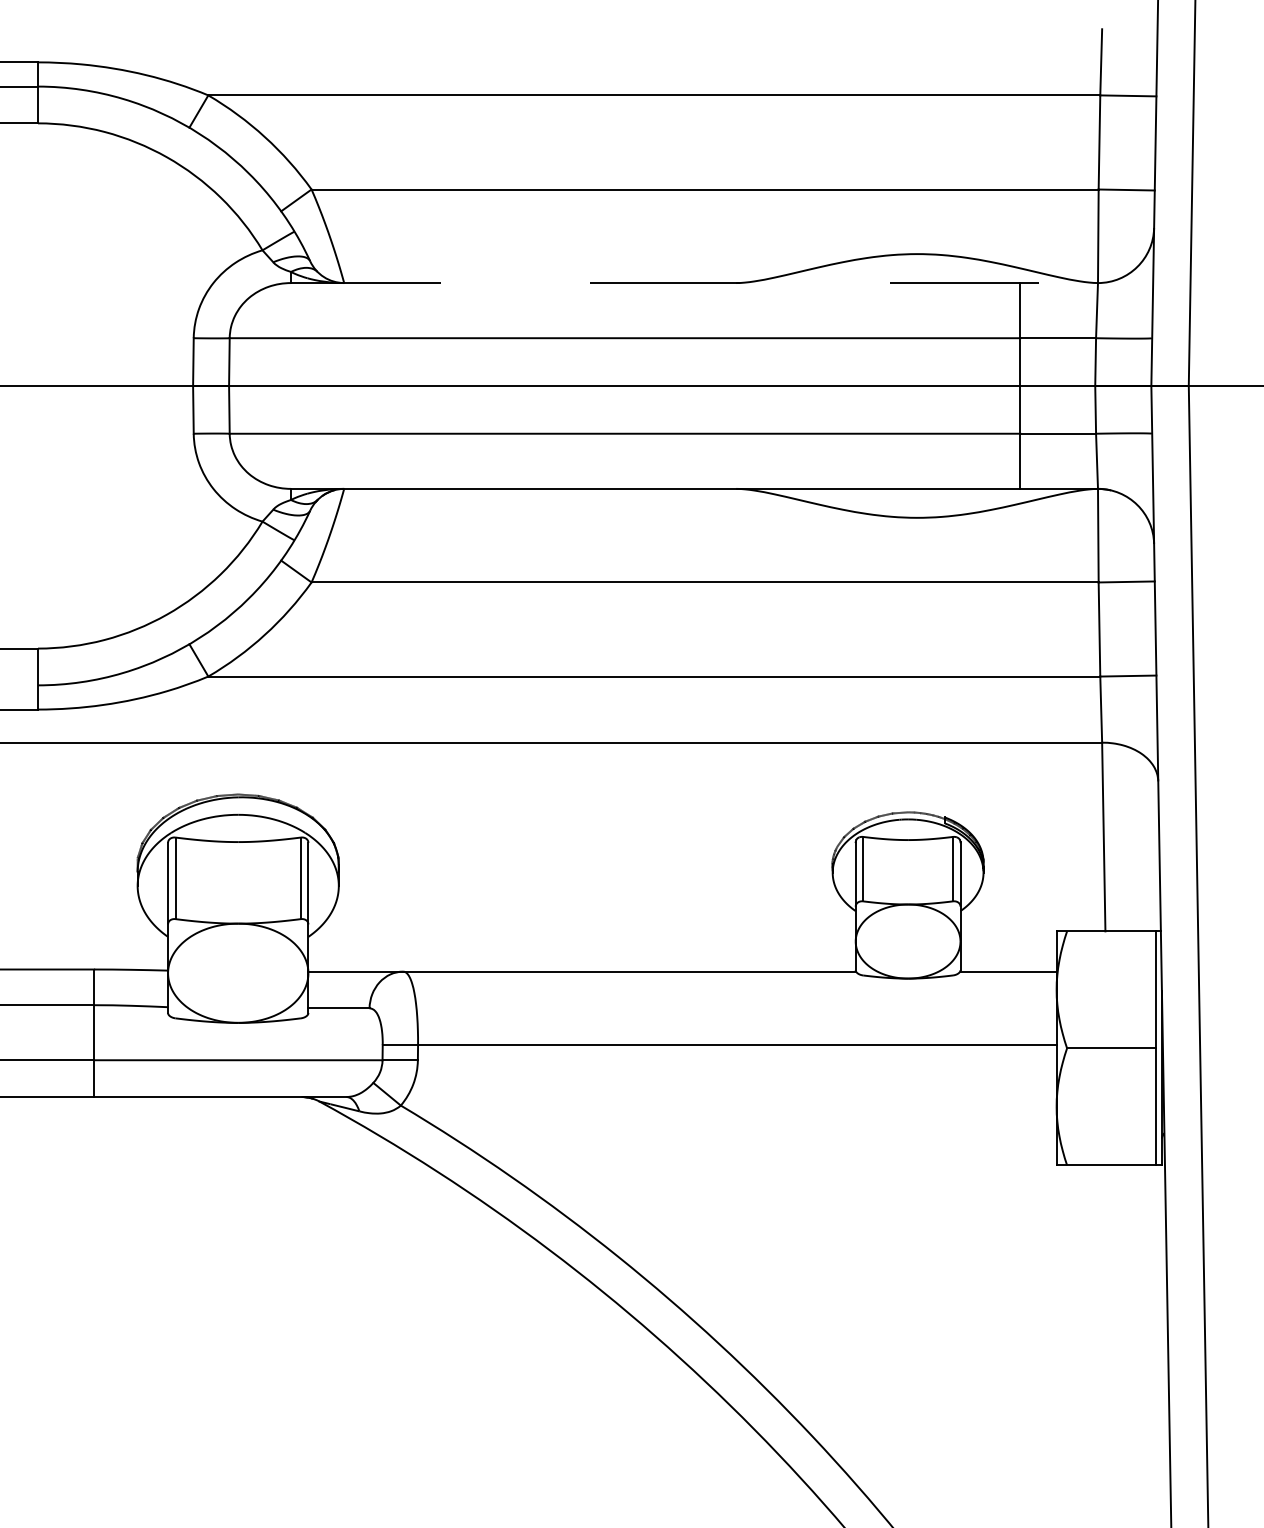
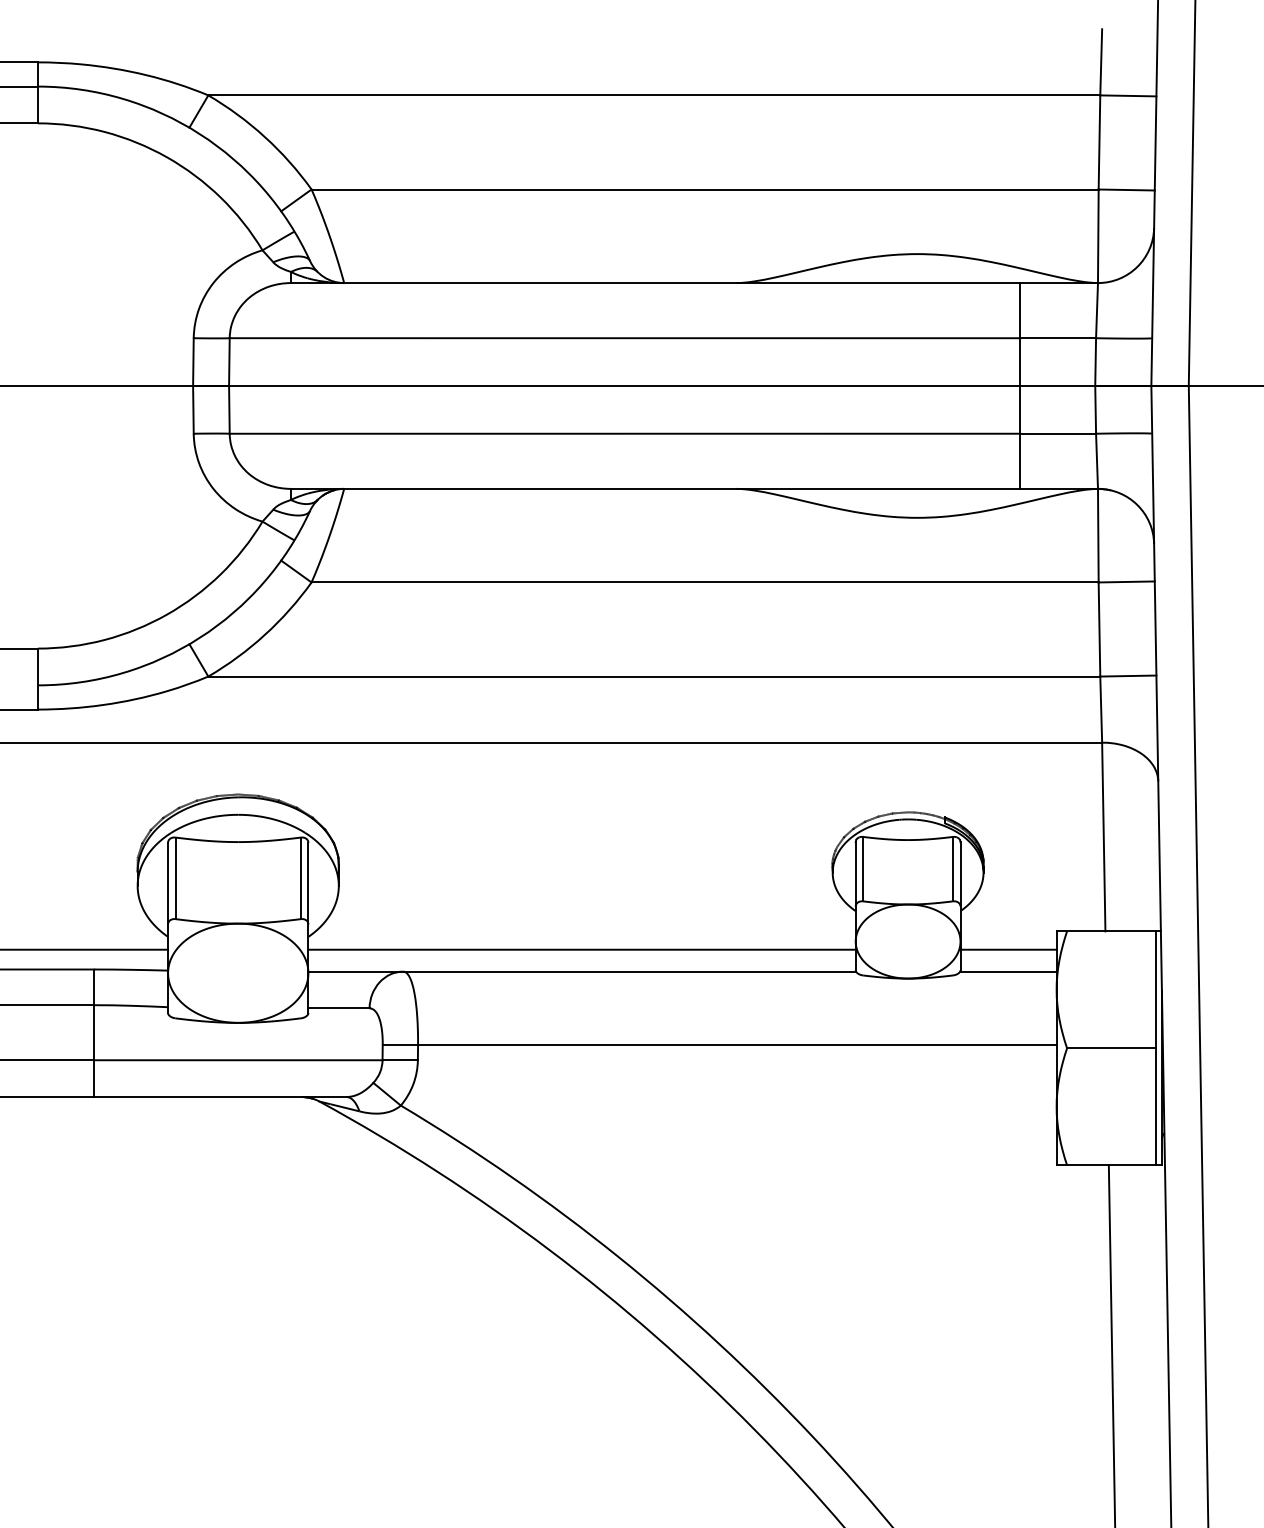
line at (695, 283): dashed -> solid
line at (85, 949): none -> present
line at (581, 949): none -> present
line at (1008, 949): none -> present
line at (1111, 1344): none -> present
